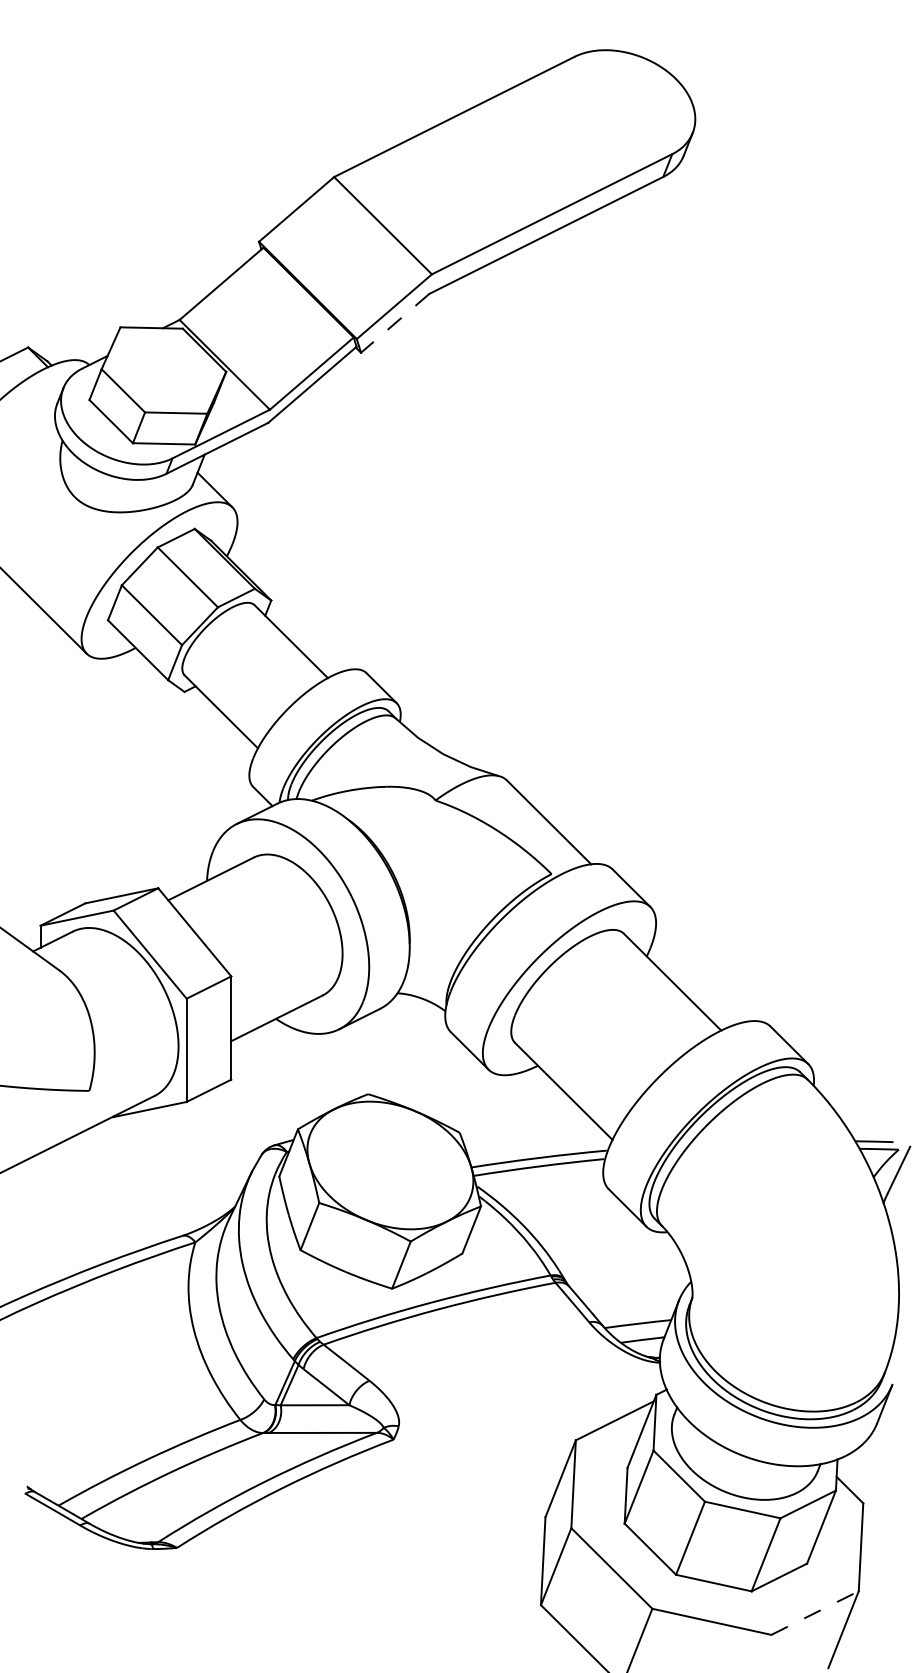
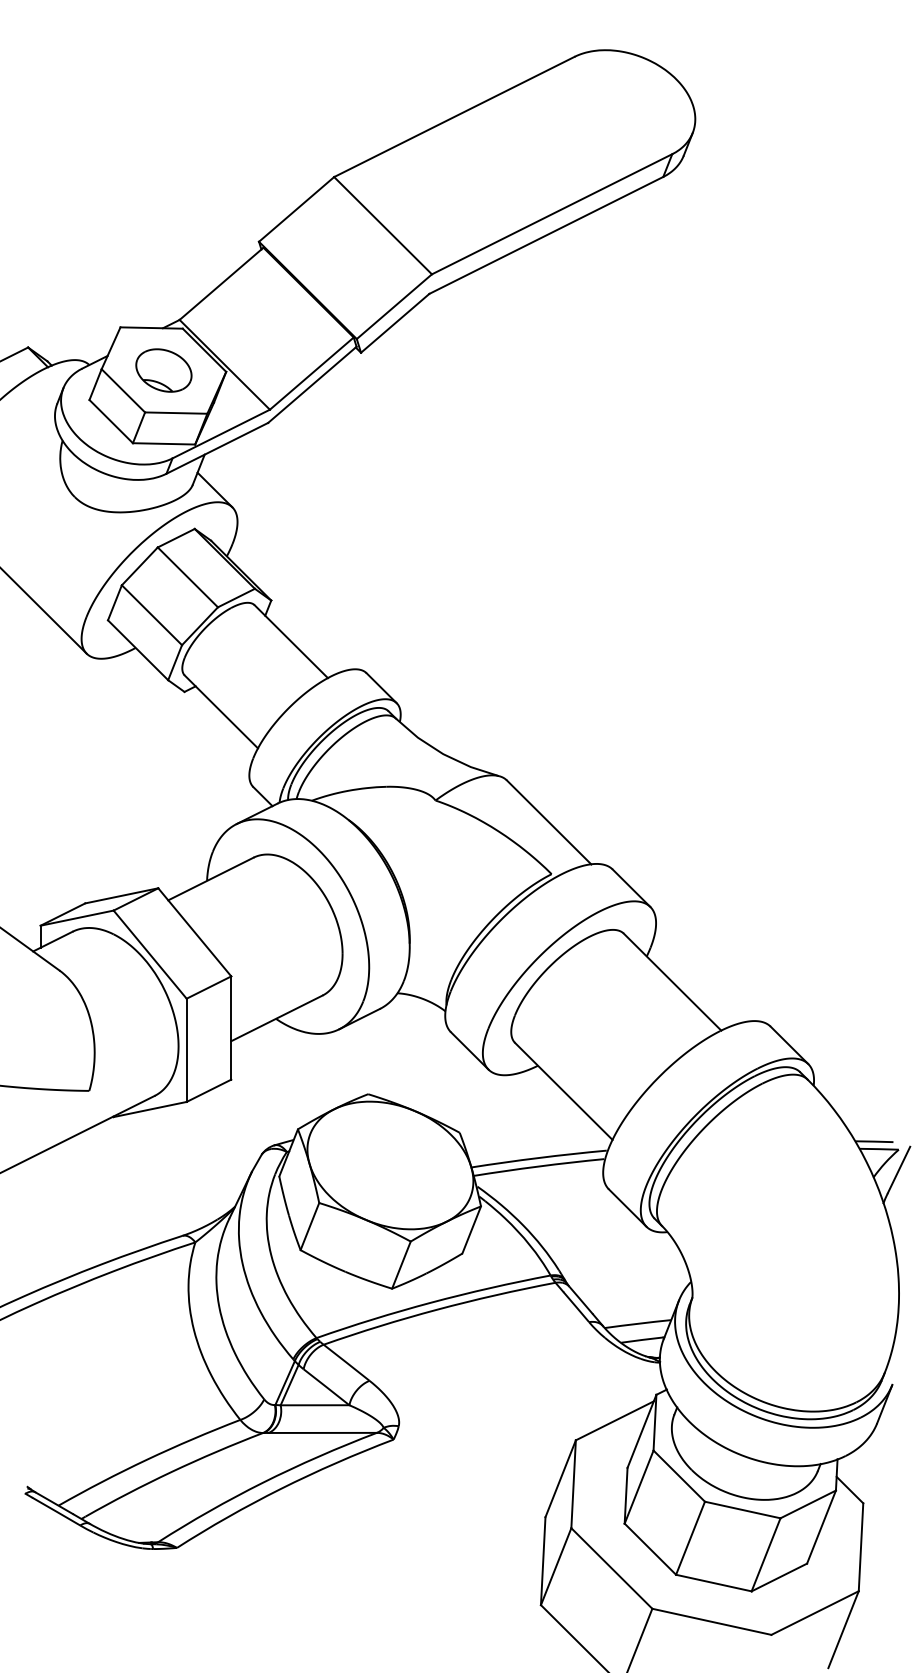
line at (394, 323): dashed -> solid
part at (163, 370): none -> present
line at (815, 1613): dashed -> solid
